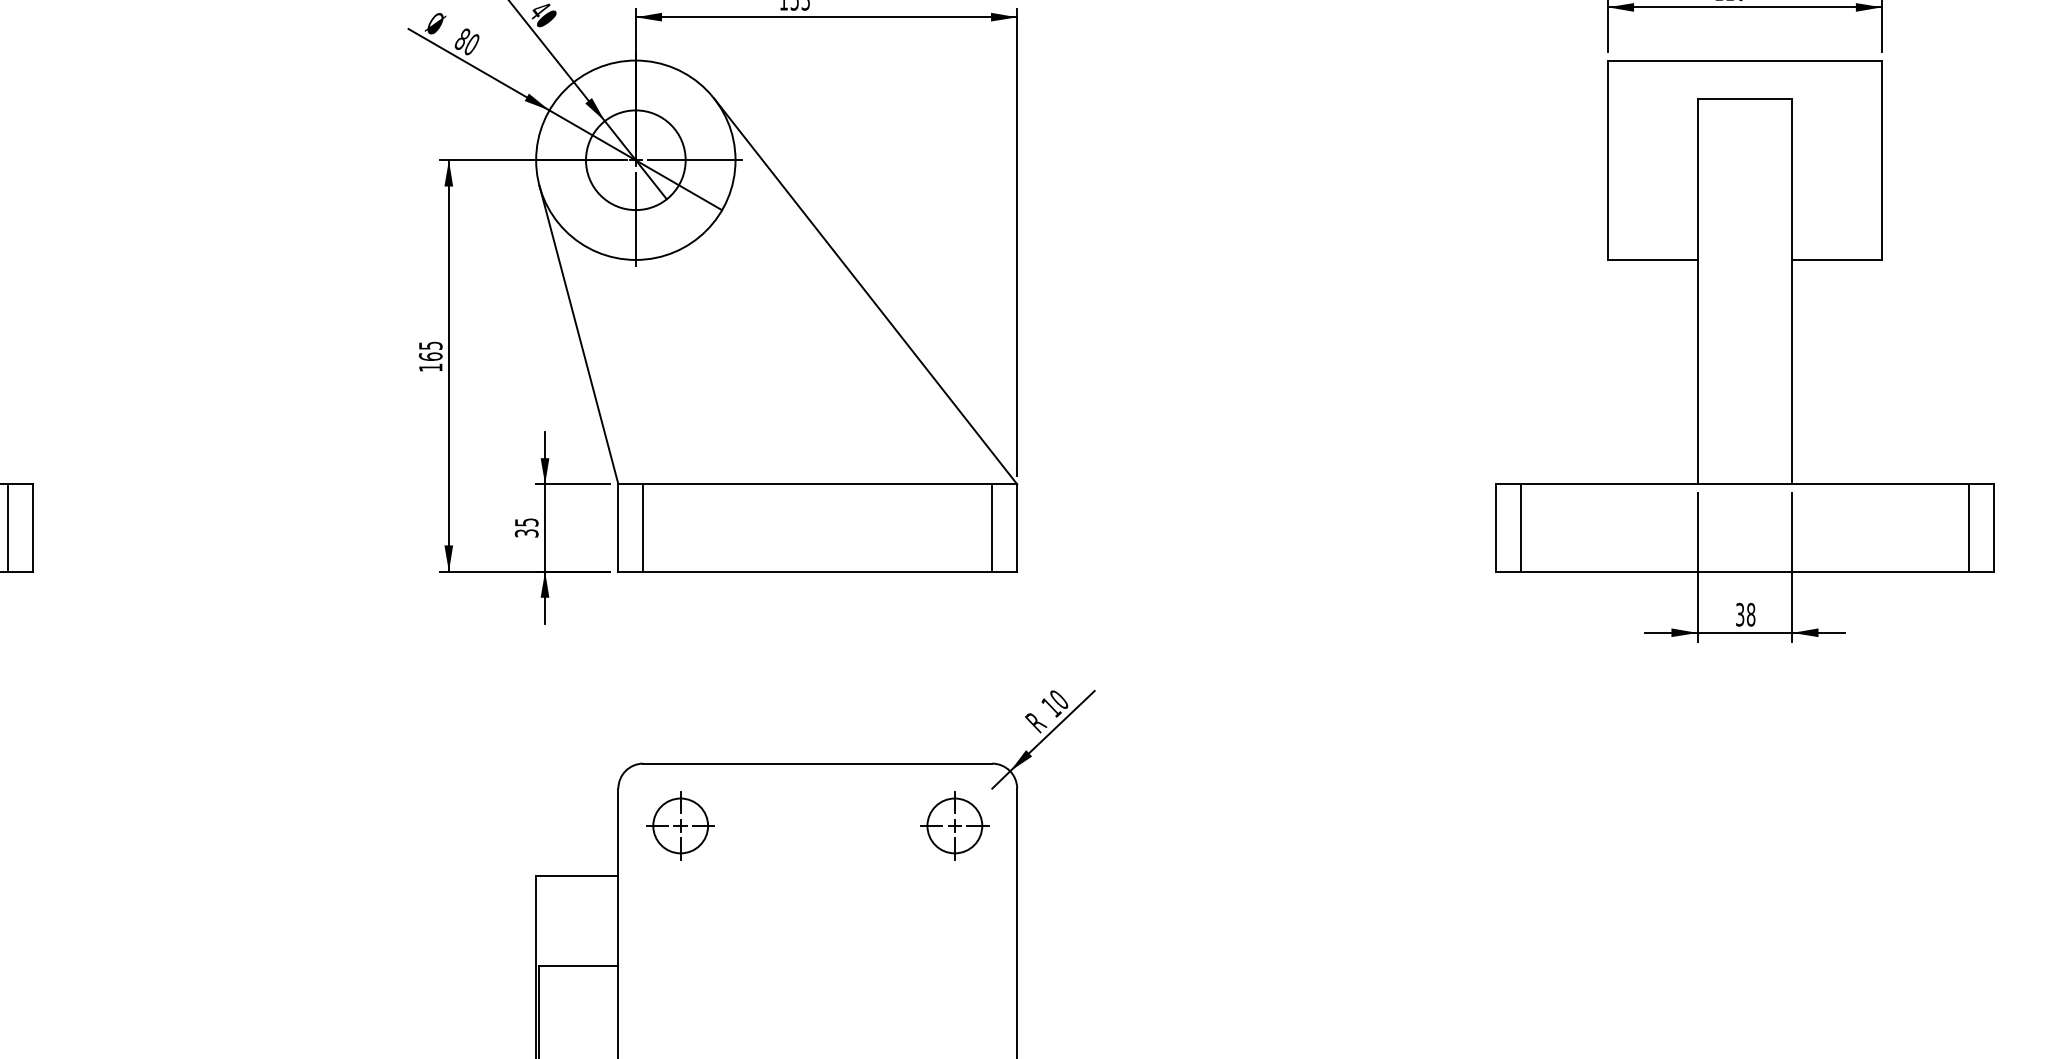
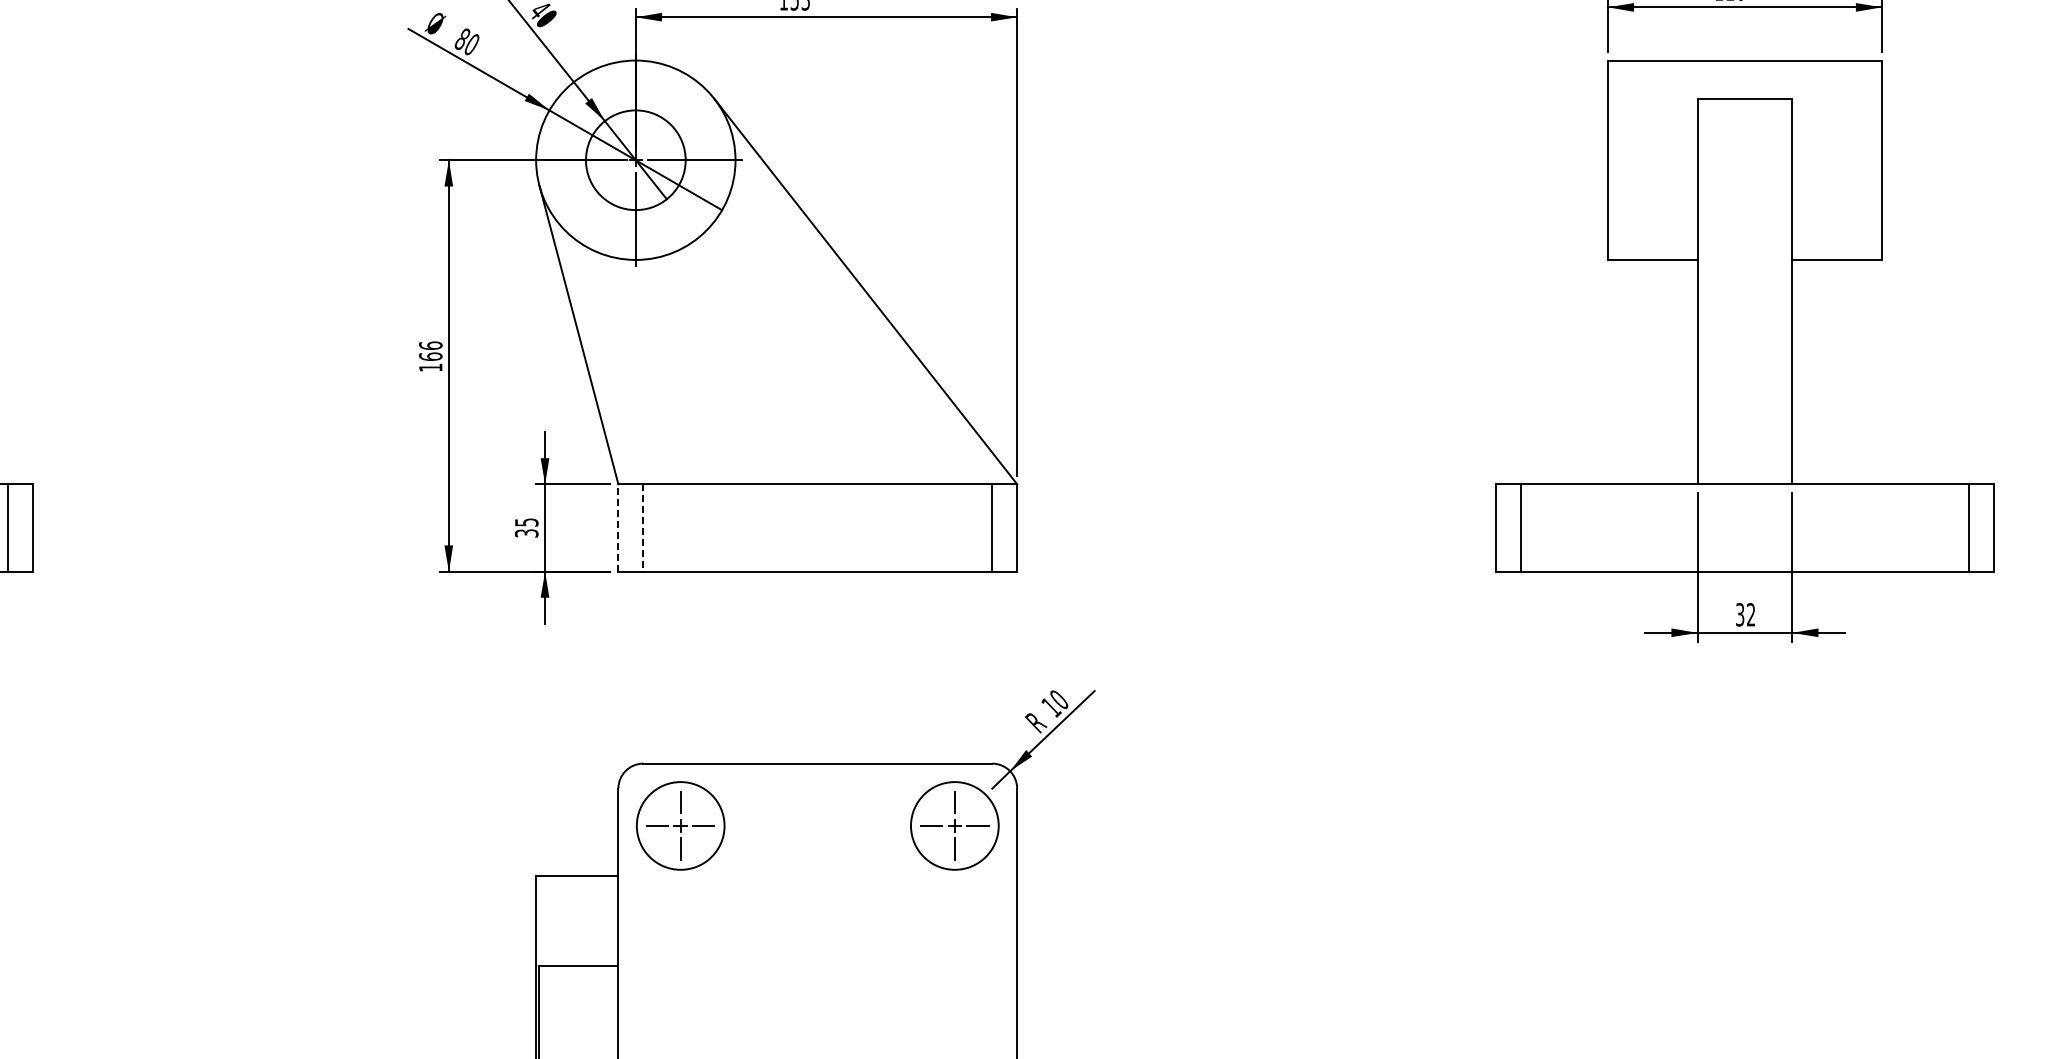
text at (430, 345): 165 -> 166
line at (618, 527): solid -> dashed
line at (643, 527): solid -> dashed
text at (1751, 614): 38 -> 32
circle at (680, 825) diameter: 55 px -> 88 px
circle at (954, 825) diameter: 55 px -> 88 px
